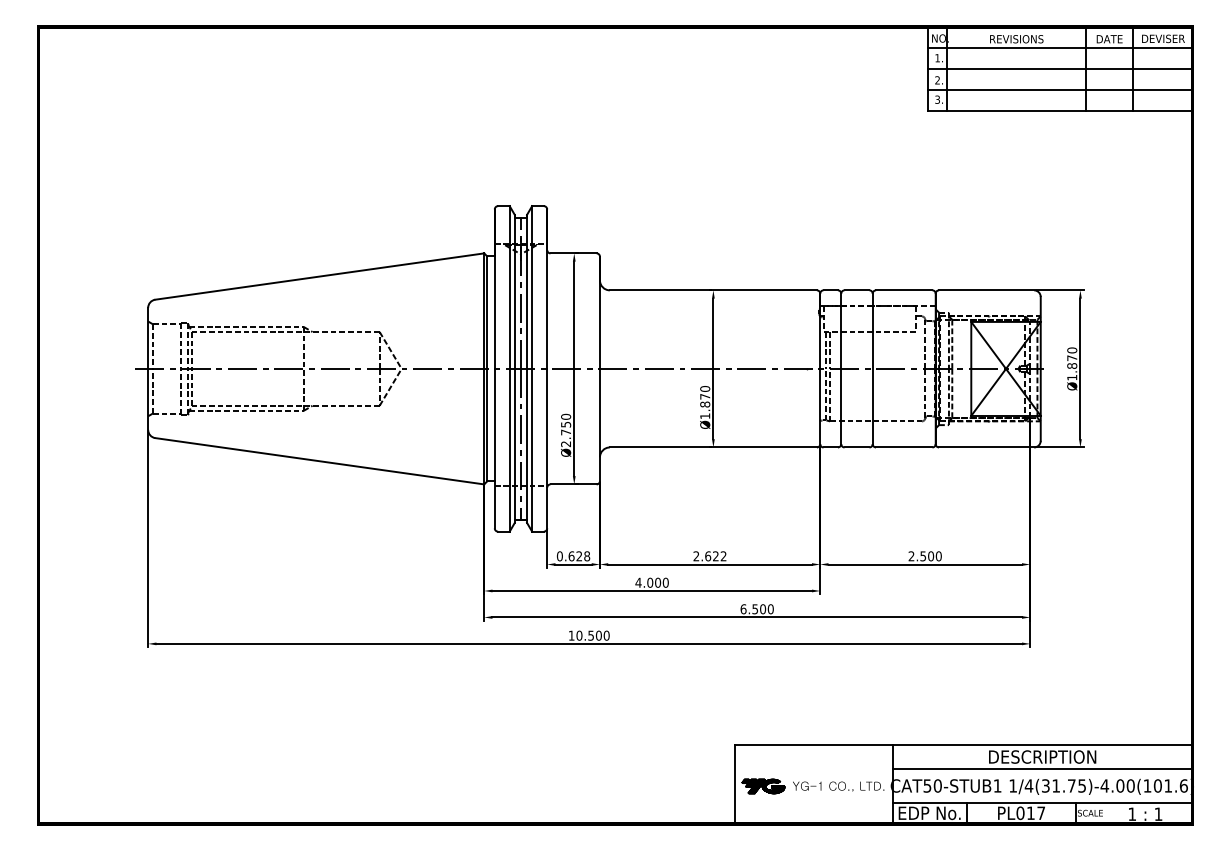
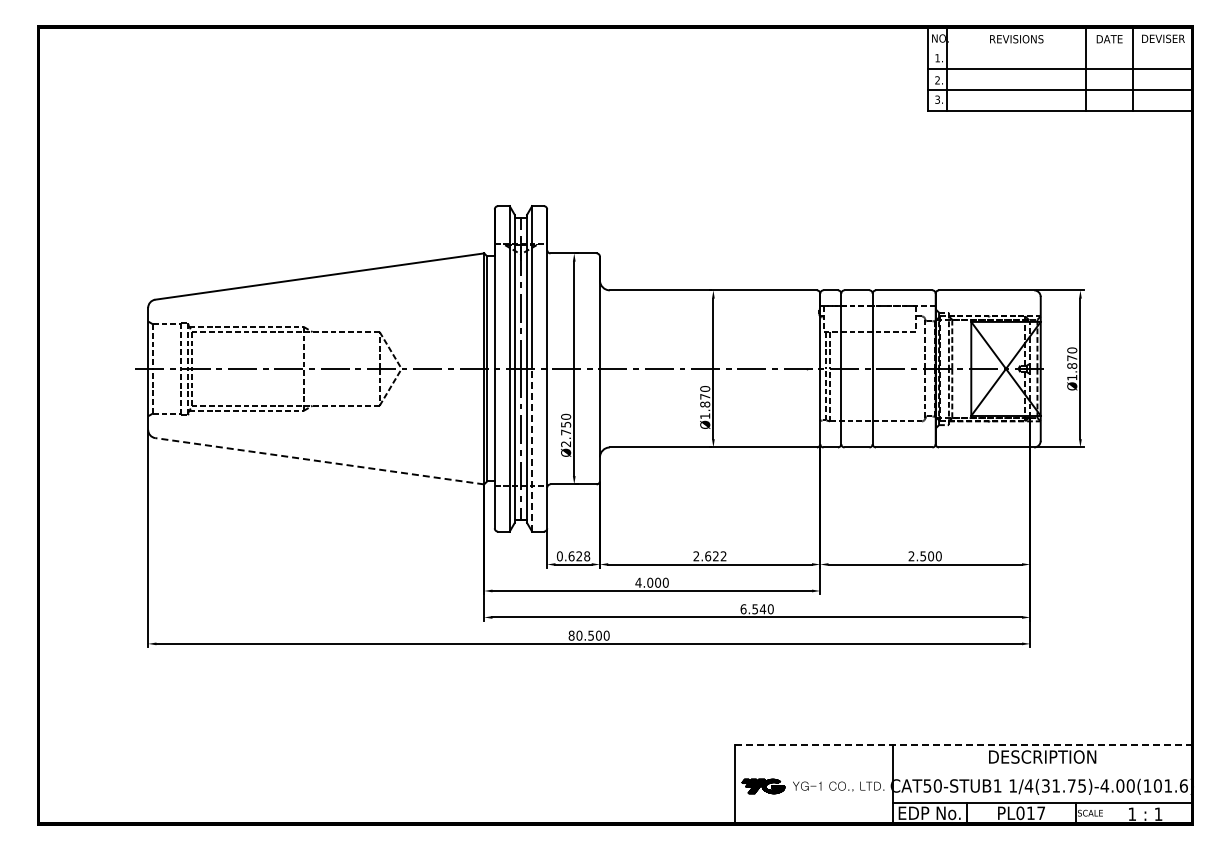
line at (1059, 48): present -> none
line at (532, 449): solid -> dashed
line at (319, 461): solid -> dashed
text at (762, 609): 6.500 -> 6.540
text at (571, 635): 10.500 -> 80.500
line at (963, 744): solid -> dashed
line at (1042, 769): present -> none
